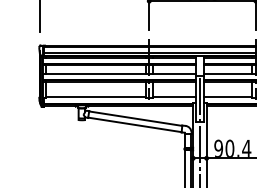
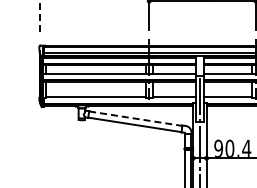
line at (39, 16): solid -> dashed
line at (136, 118): solid -> dashed
